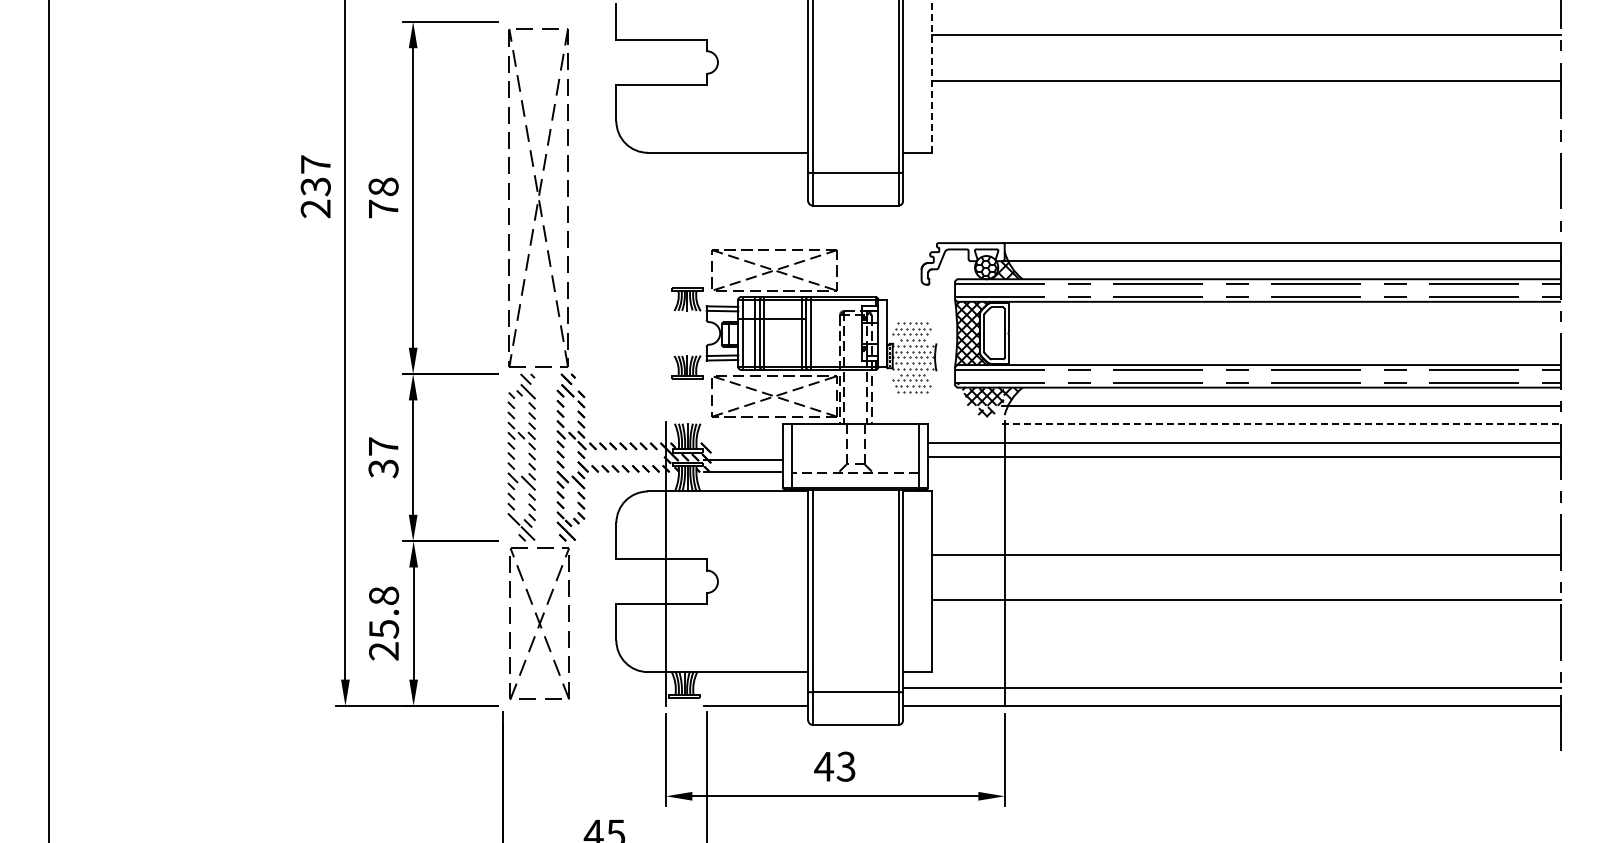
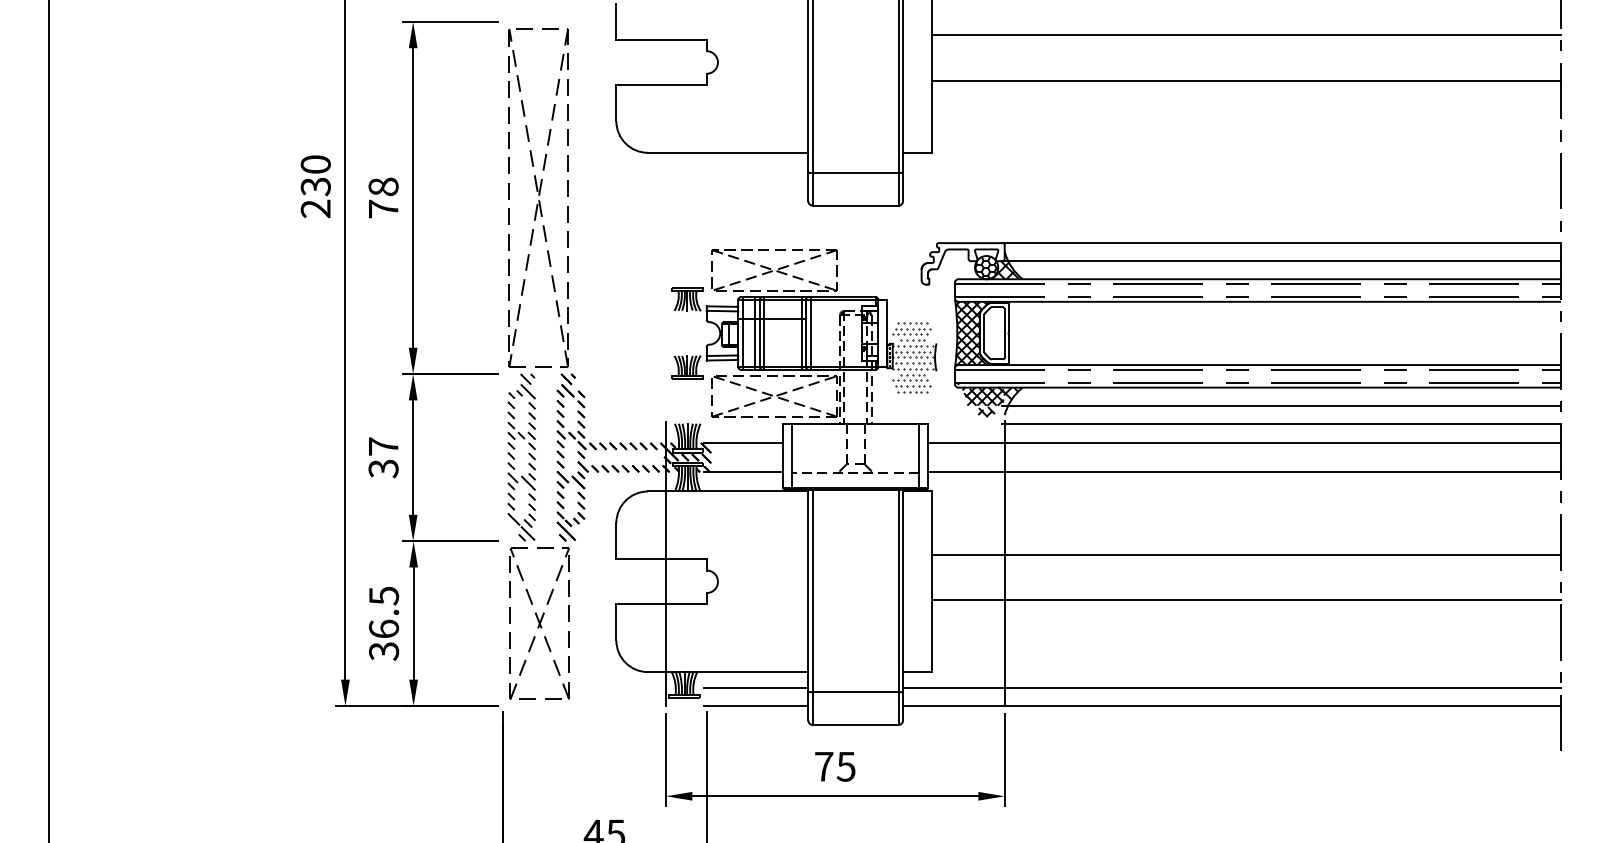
line at (932, 75): dashed -> solid
text at (315, 164): 237 -> 230
line at (1282, 423): dashed -> solid
line at (1244, 457) position: (1244, 457) -> (1244, 472)
line at (743, 459) position: (743, 459) -> (743, 442)
text at (384, 623): 25.8 -> 36.5
line at (756, 687): none -> present
text at (834, 766): 43 -> 75
